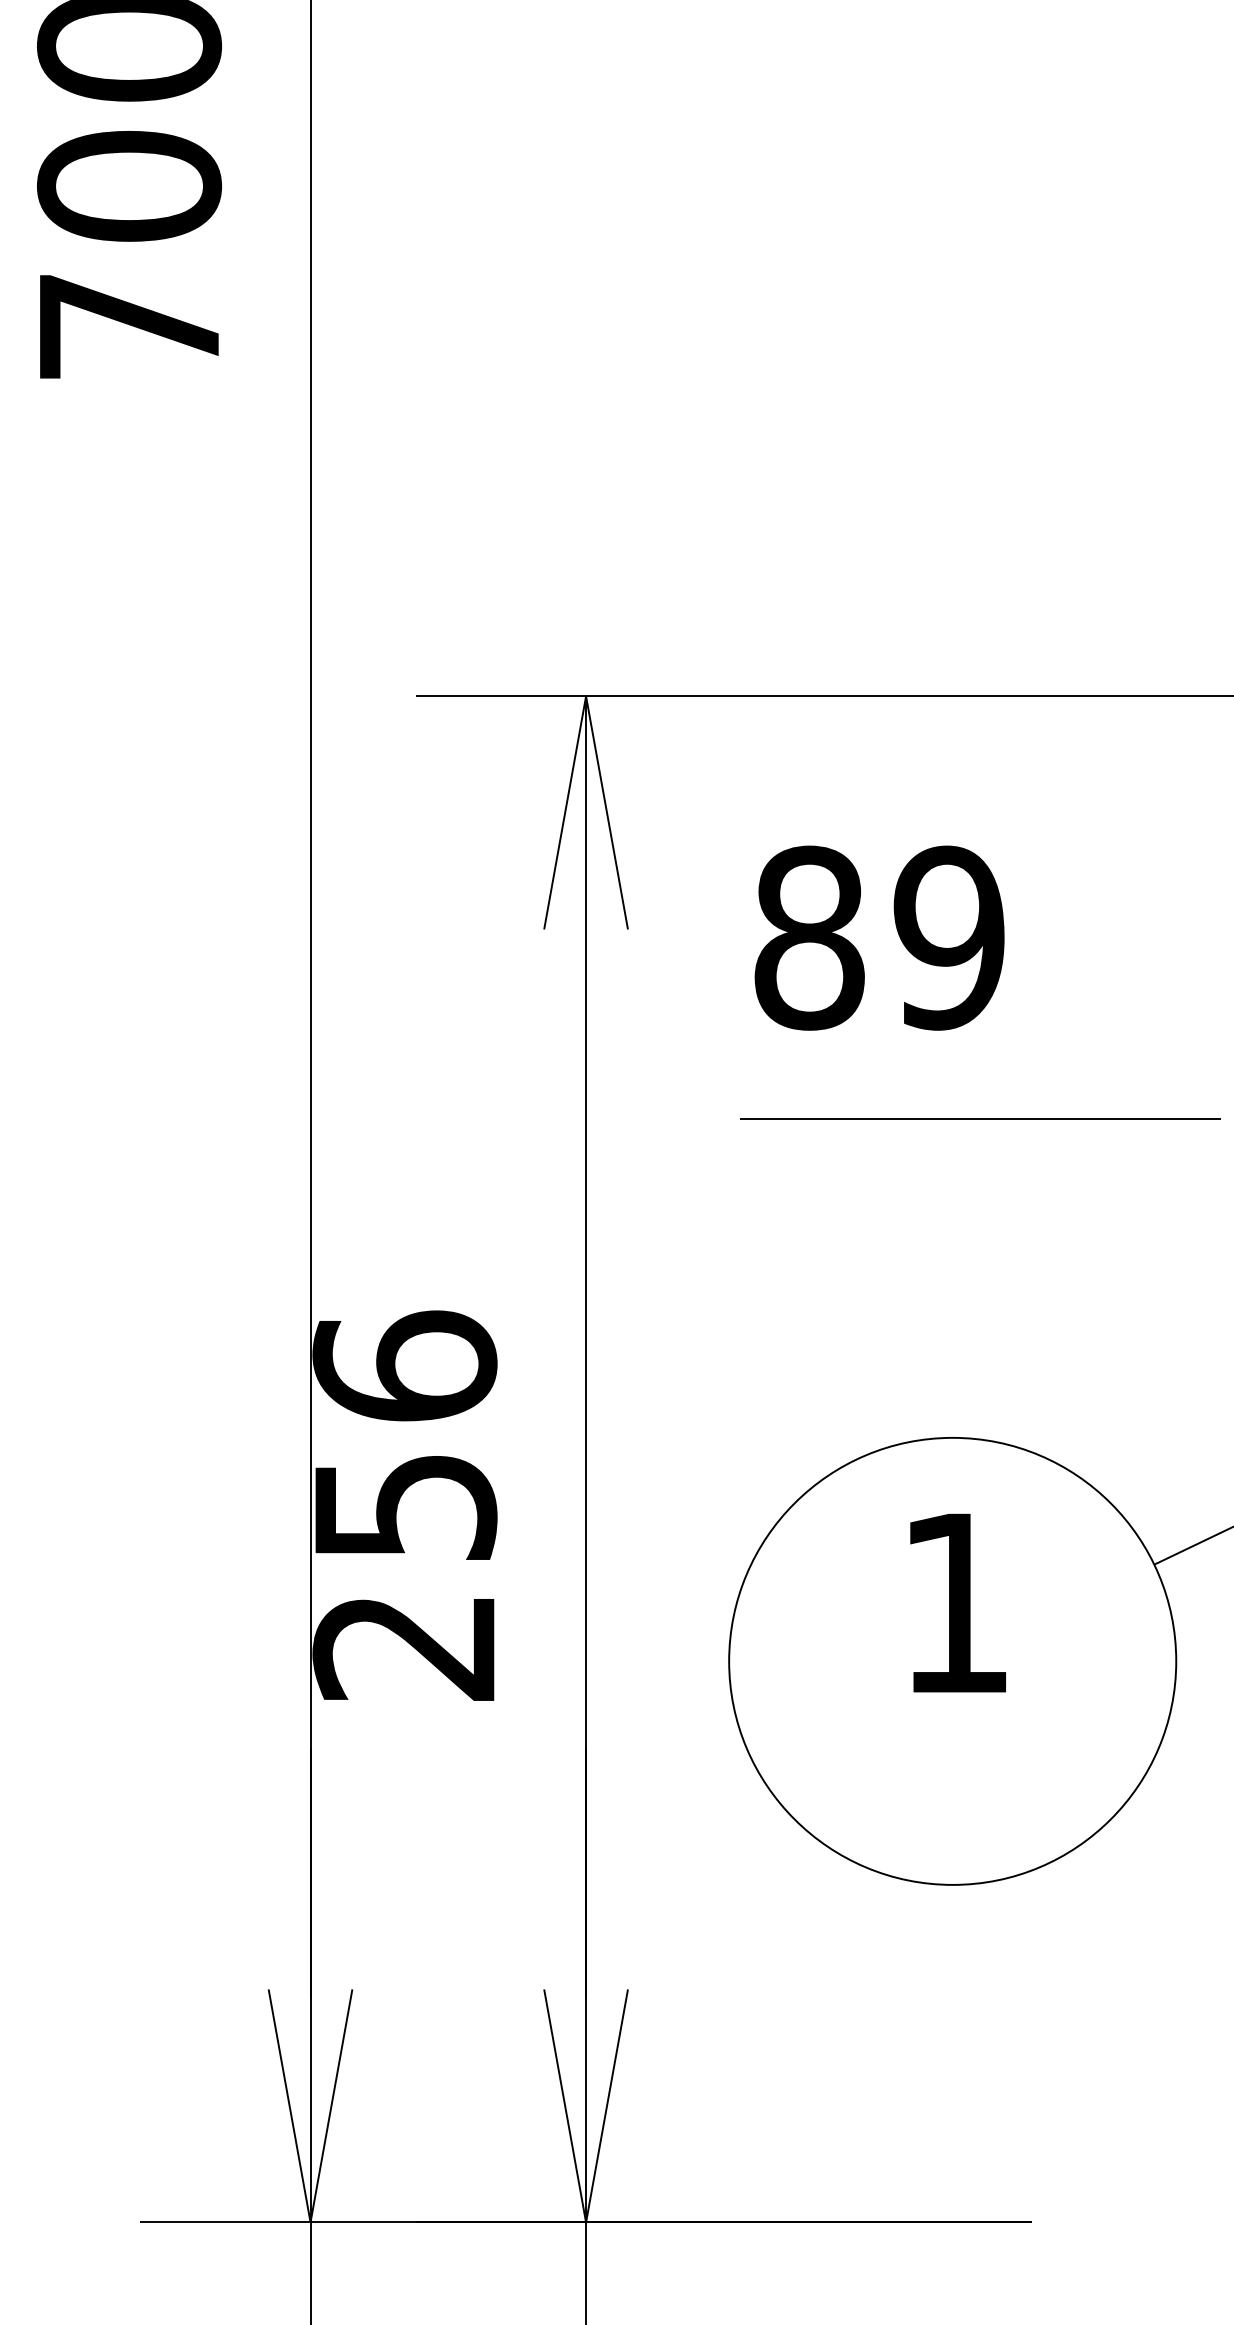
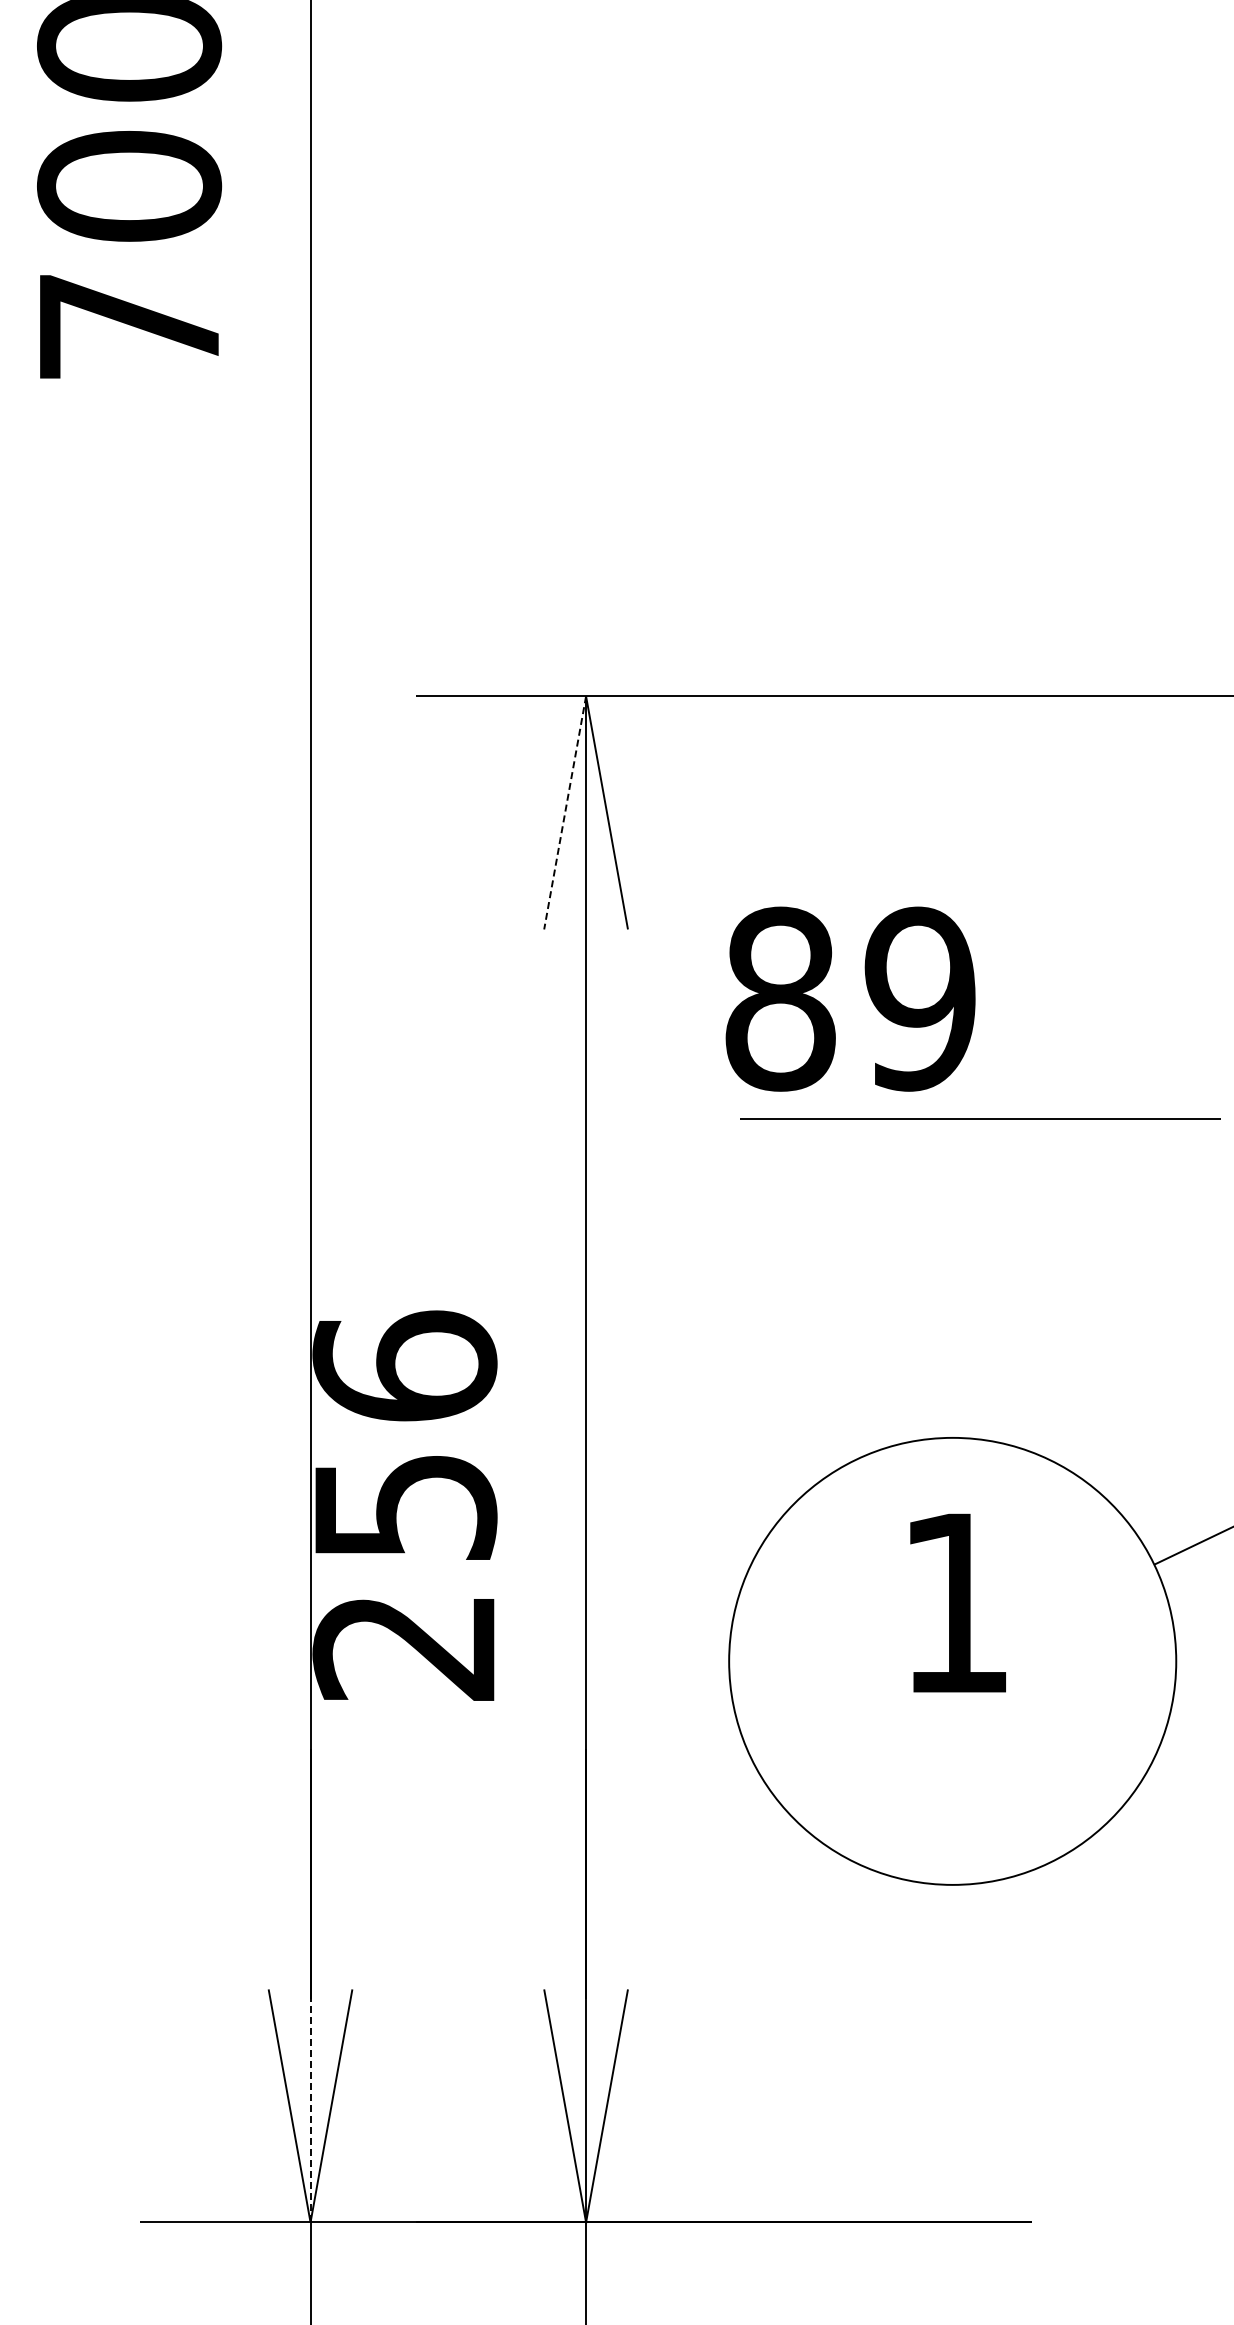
line at (565, 813): solid -> dashed
text at (879, 937) position: (879, 937) -> (850, 998)
line at (310, 2110): solid -> dashed
